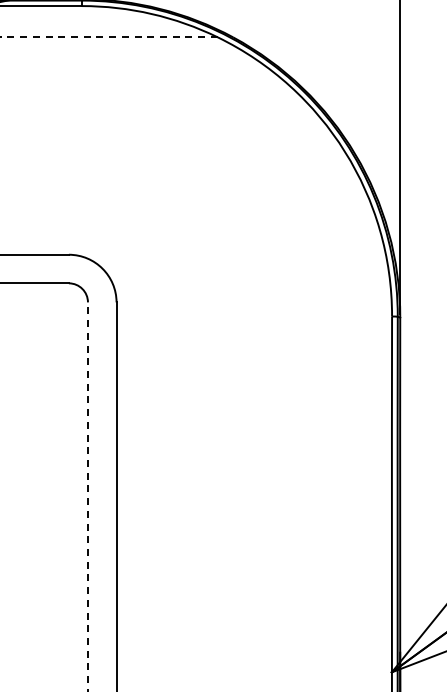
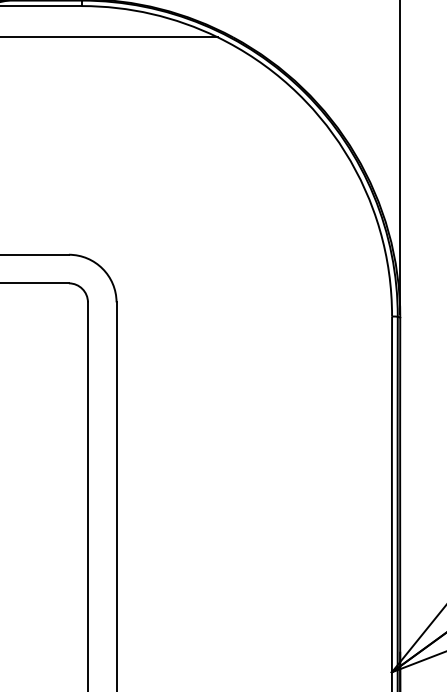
line at (108, 37): dashed -> solid
line at (87, 496): dashed -> solid
